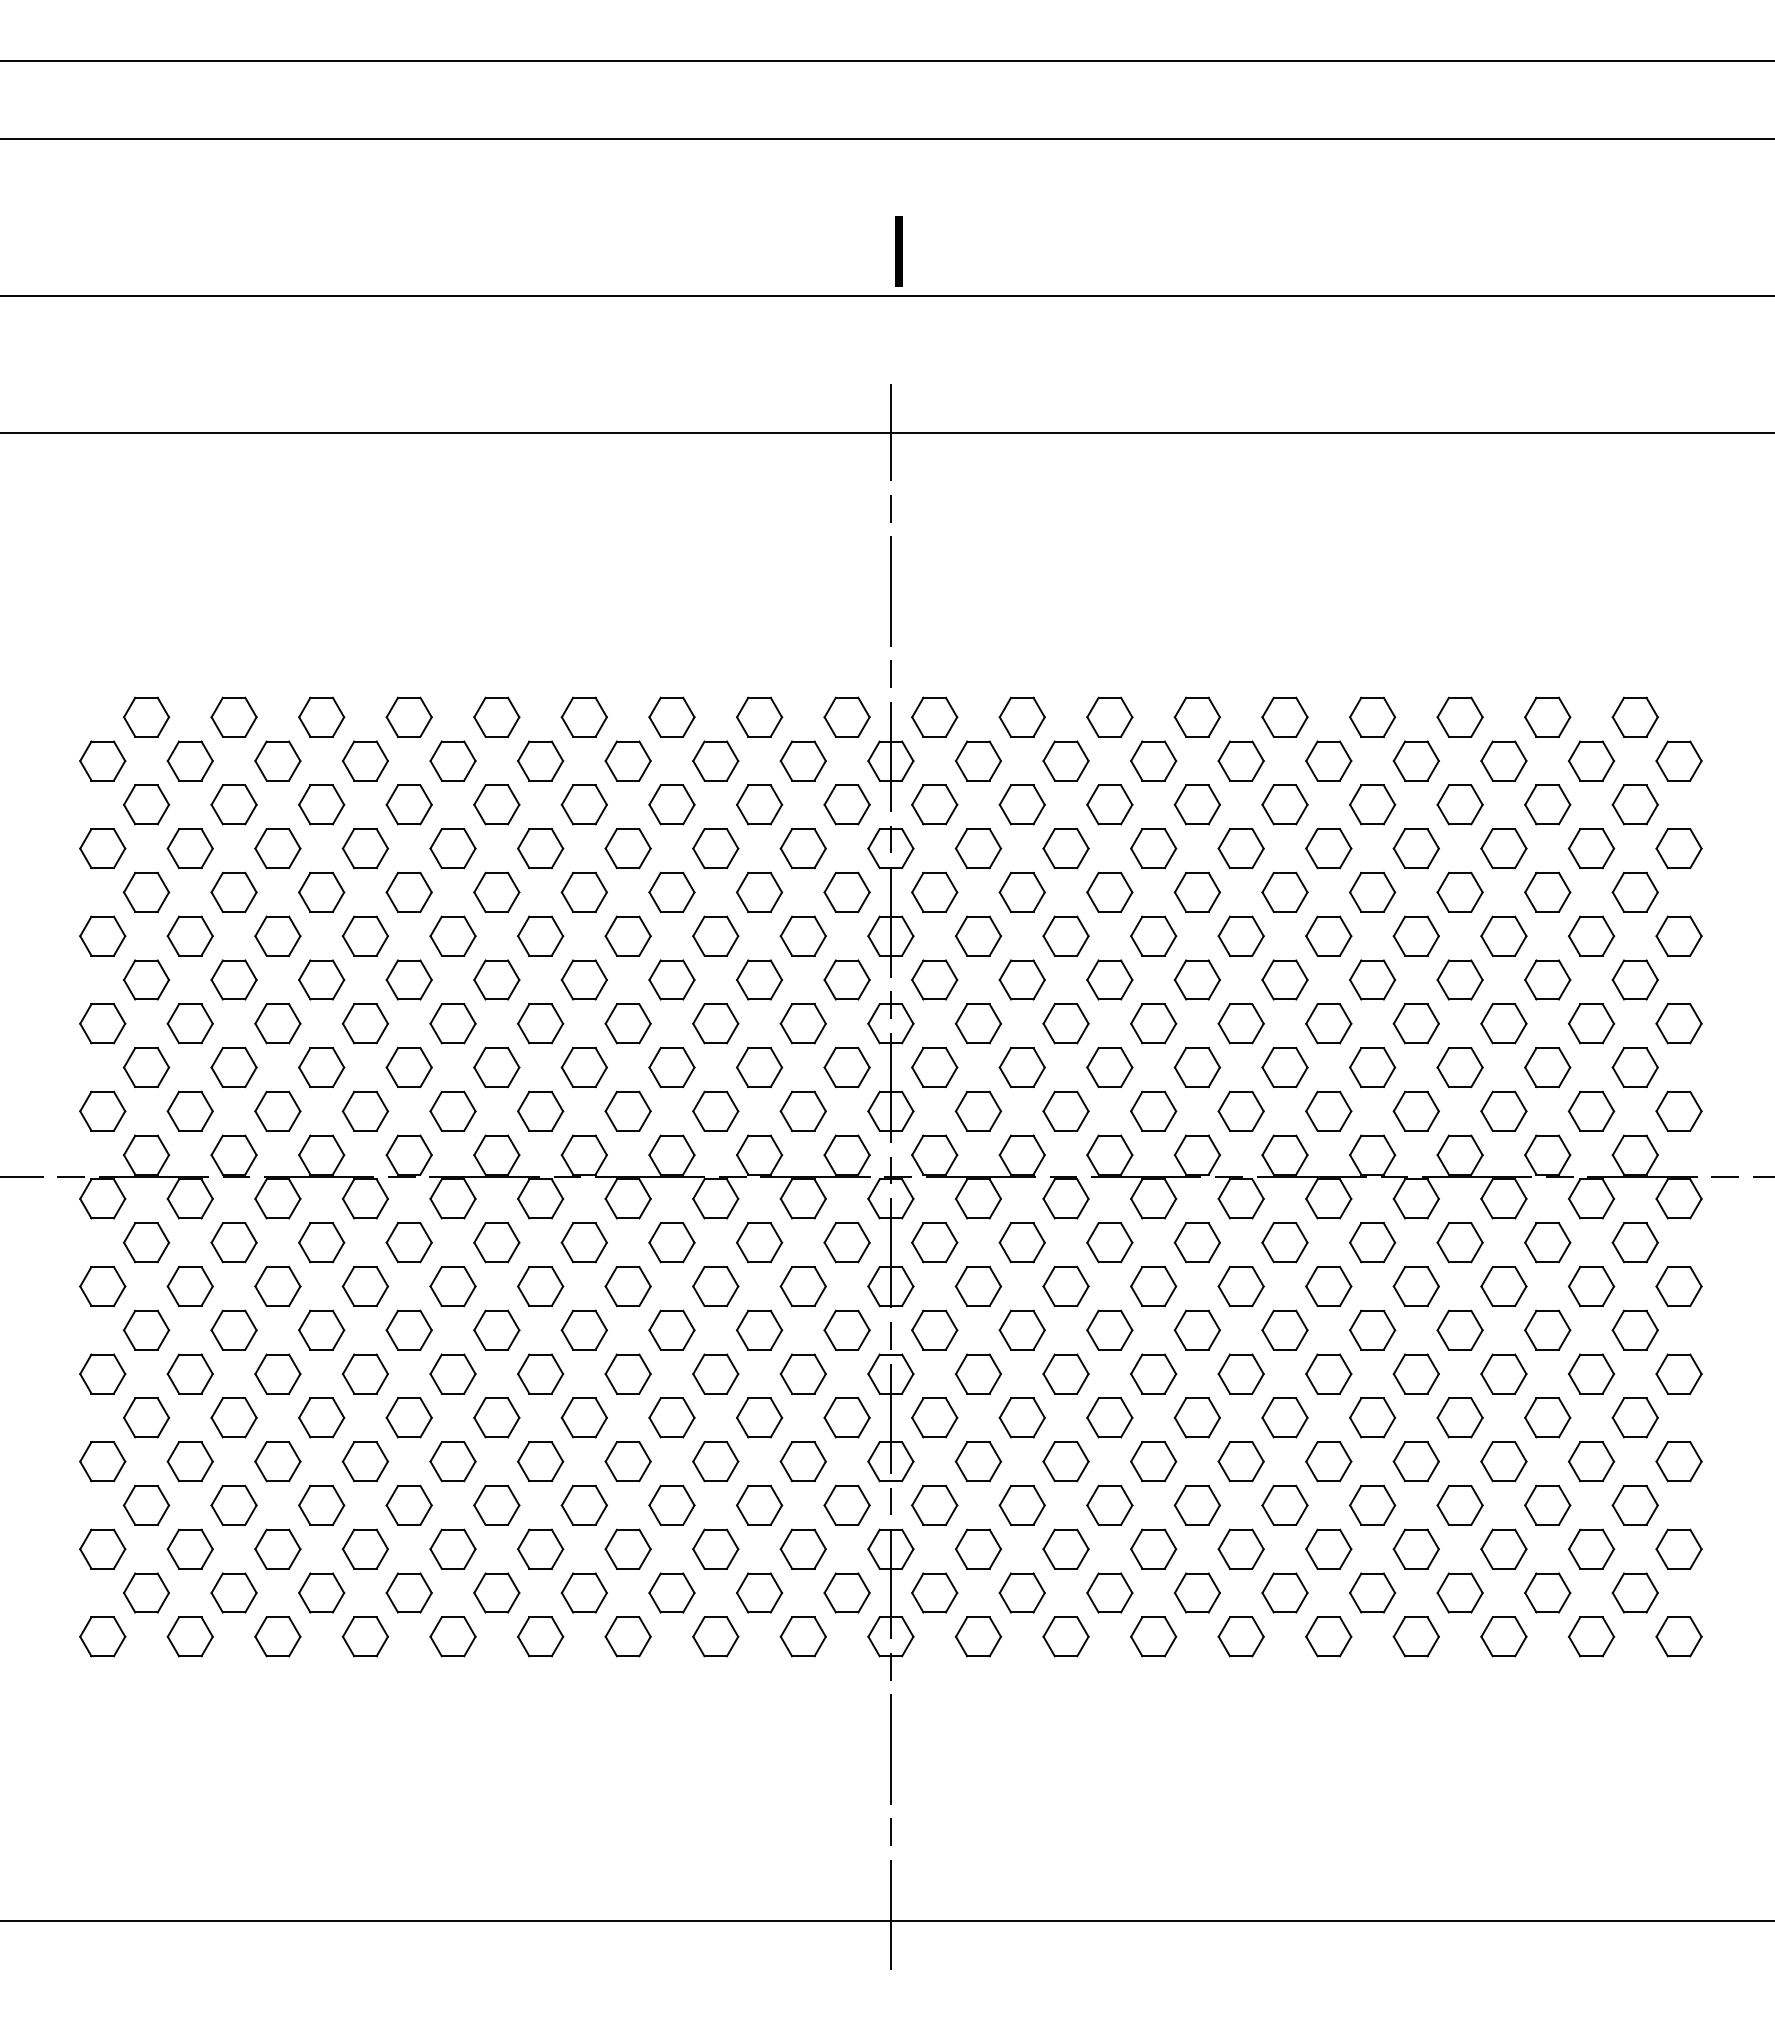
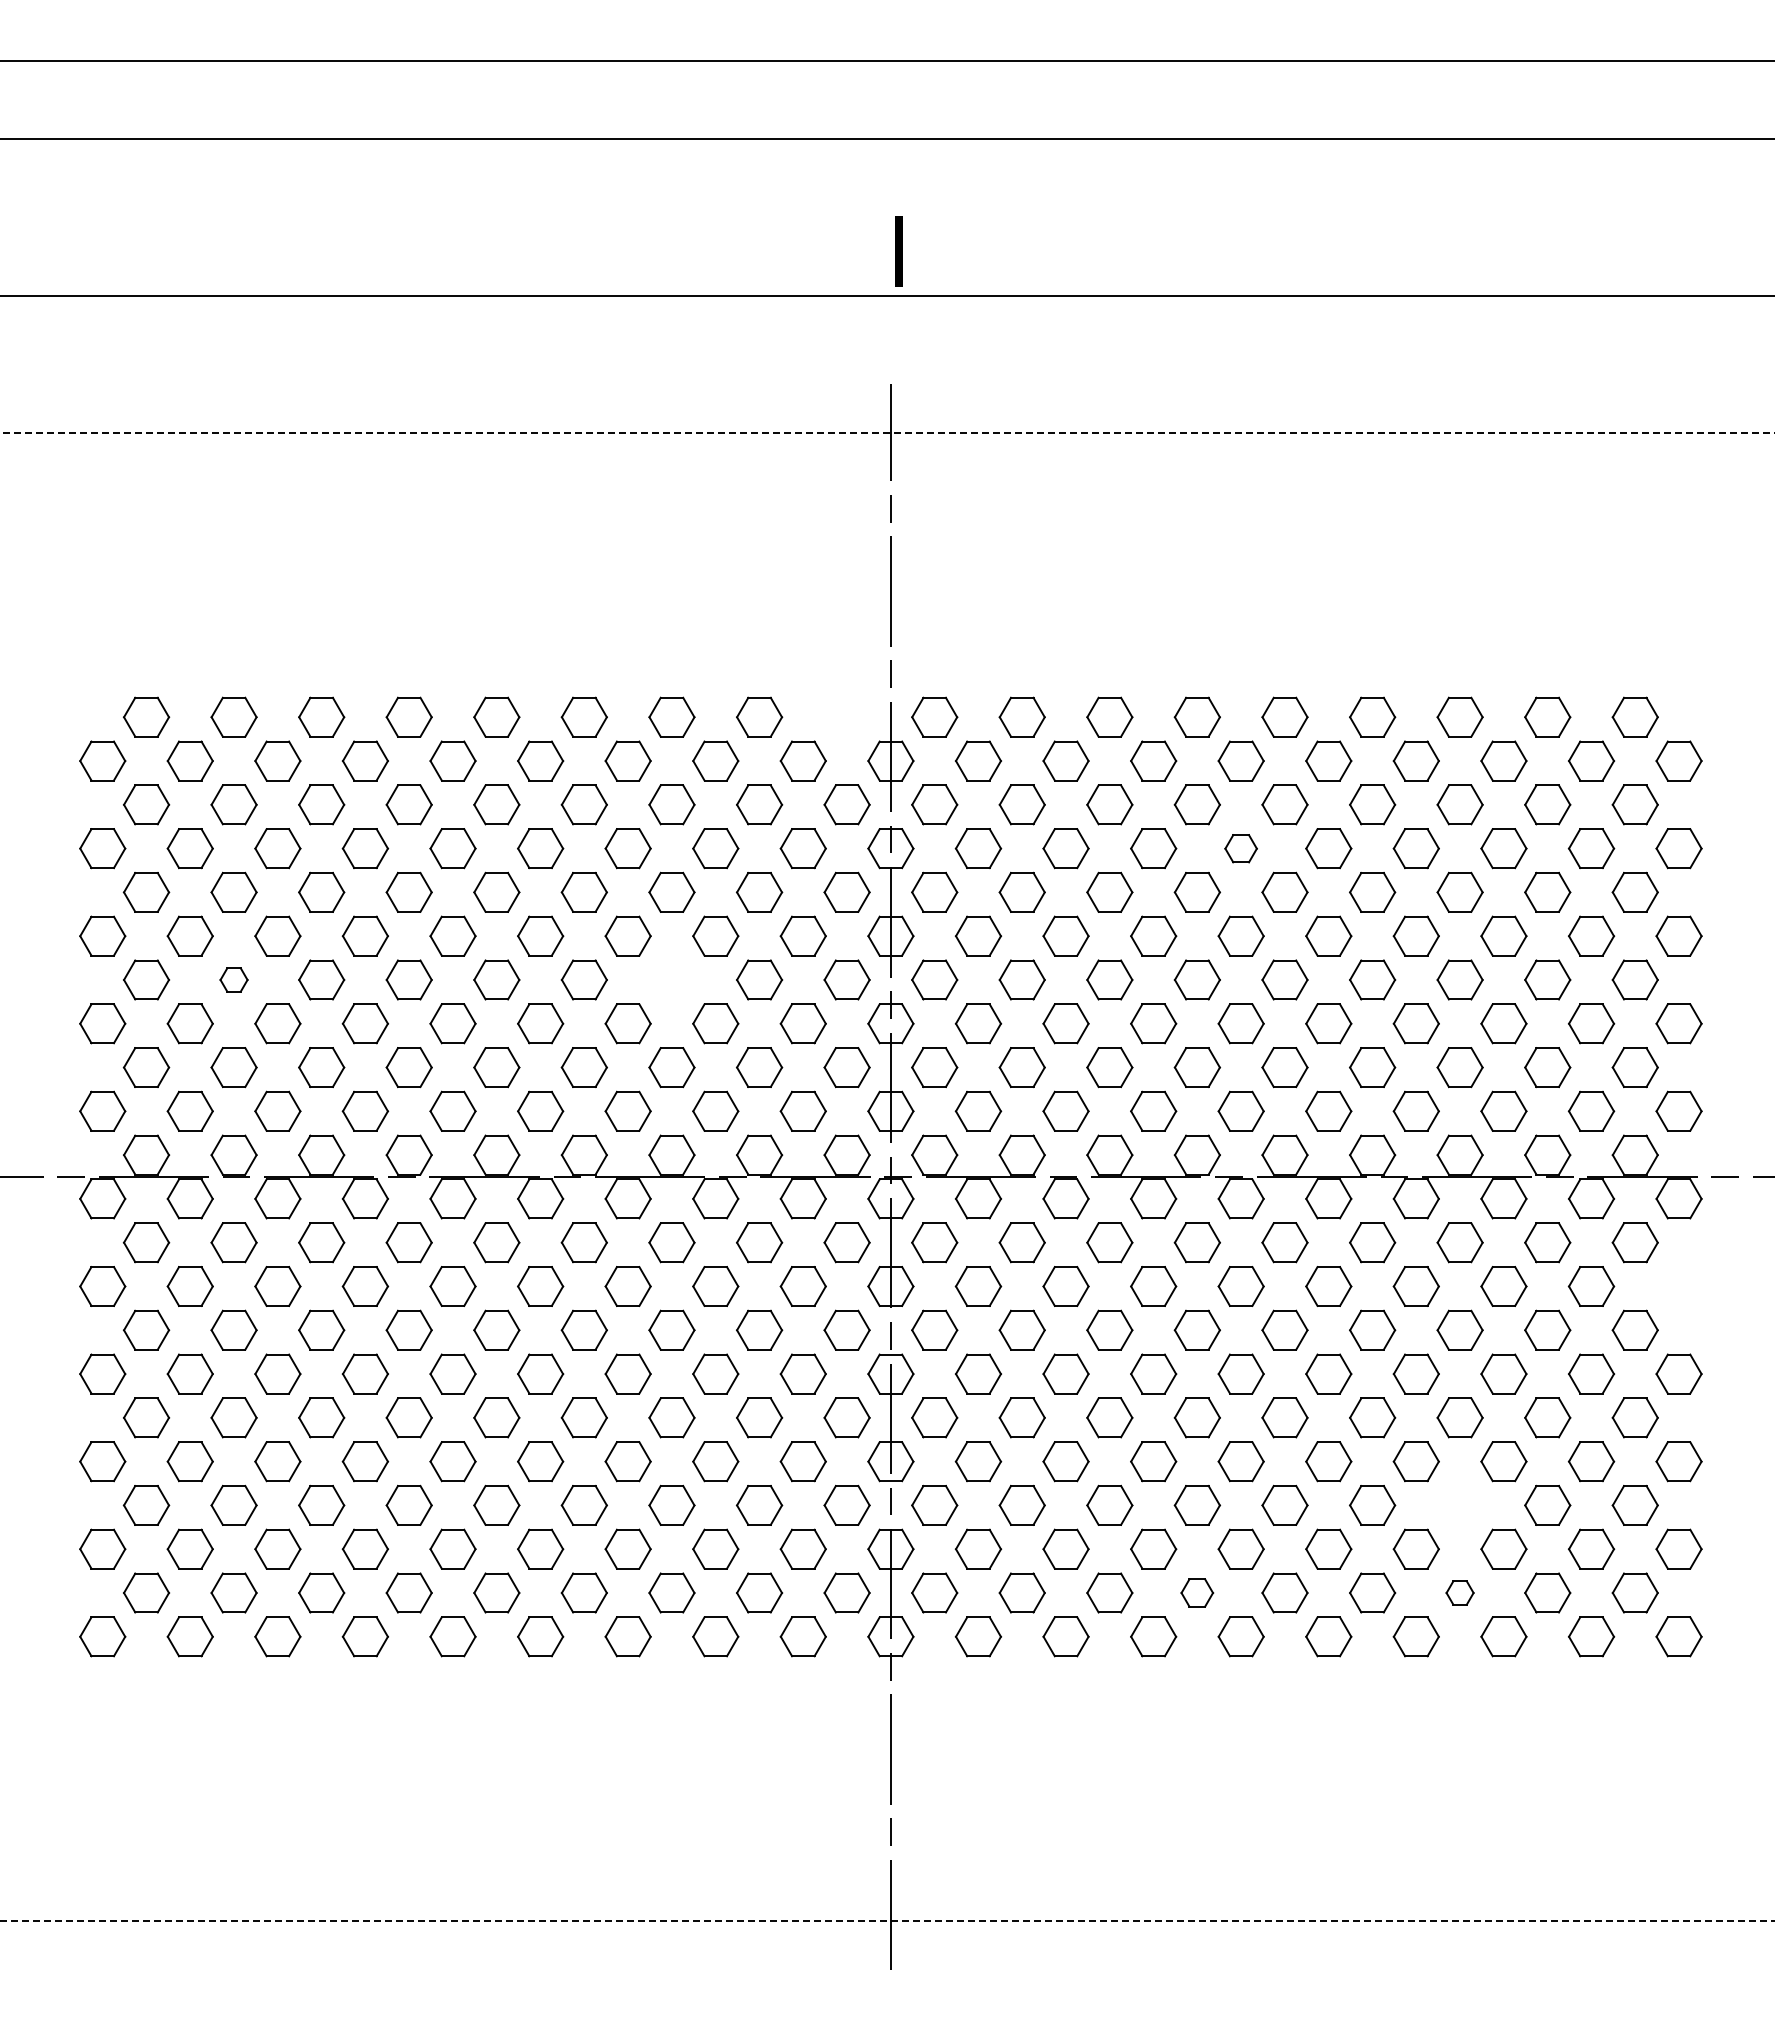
line at (887, 432): solid -> dashed
part at (846, 716): present -> none
part at (1240, 848) size: 48x42 px -> 34x30 px
part at (233, 979) size: 48x42 px -> 30x26 px
part at (671, 979): present -> none
part at (1678, 1286): present -> none
part at (1459, 1504): present -> none
part at (1196, 1592) size: 48x42 px -> 35x30 px
part at (1459, 1592) size: 48x42 px -> 30x26 px
line at (887, 1921): solid -> dashed
